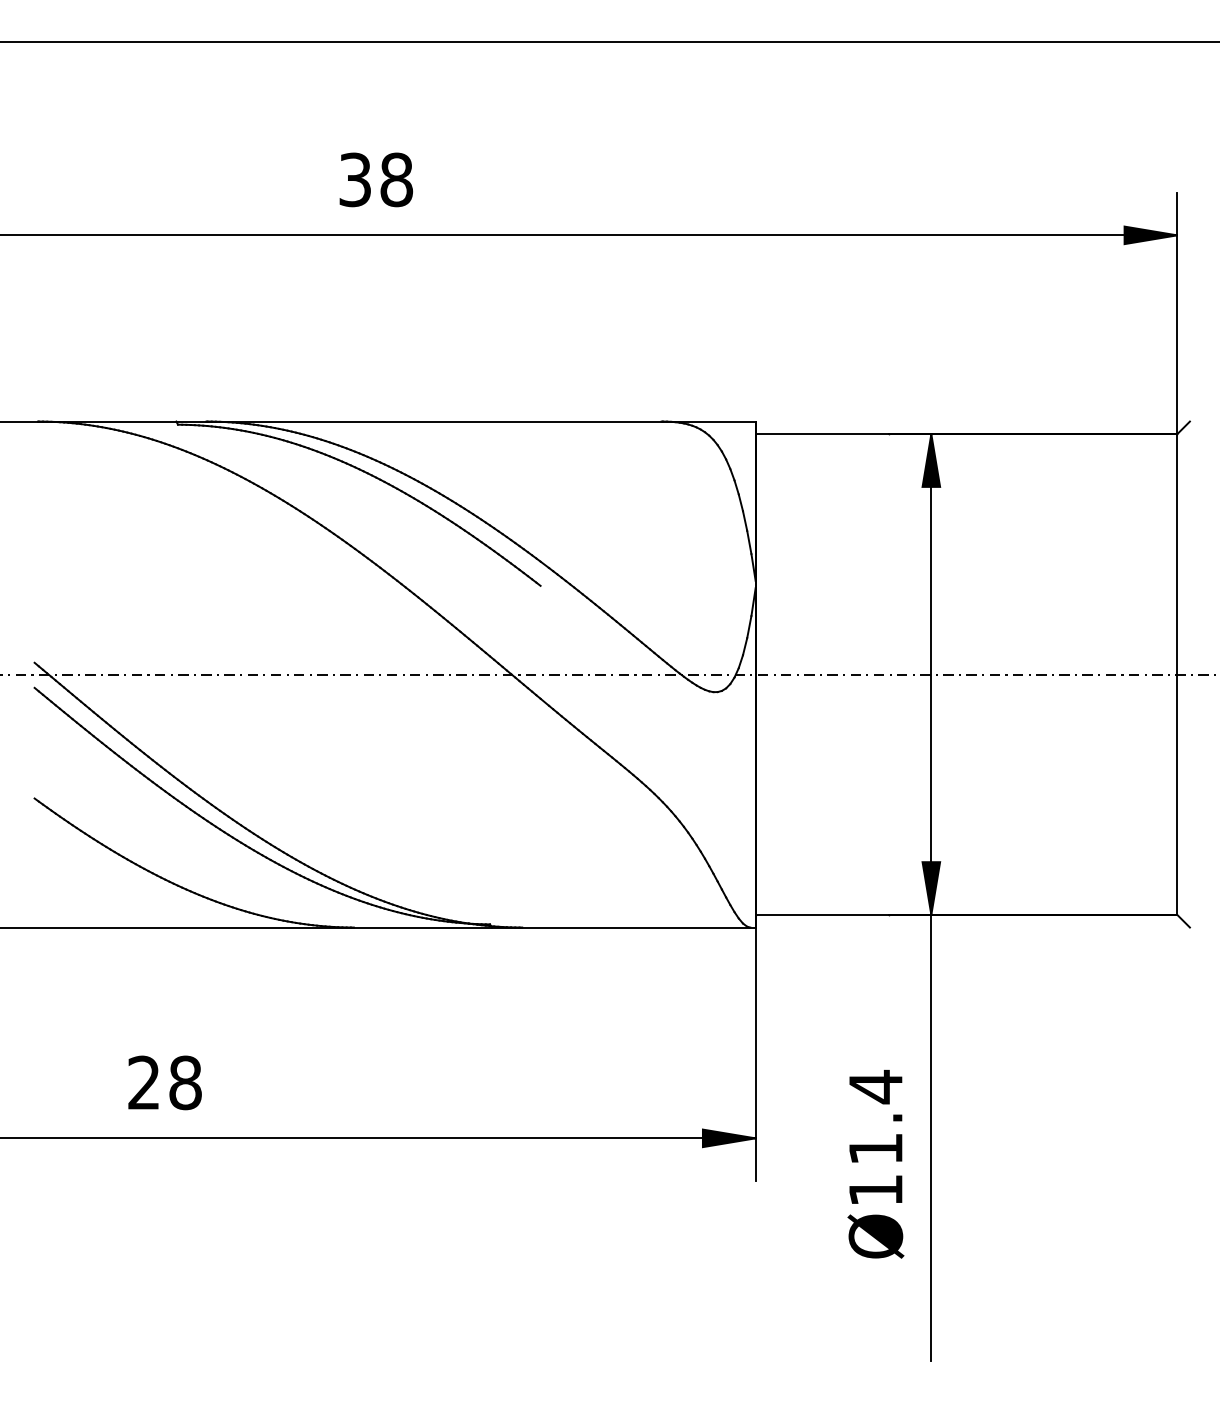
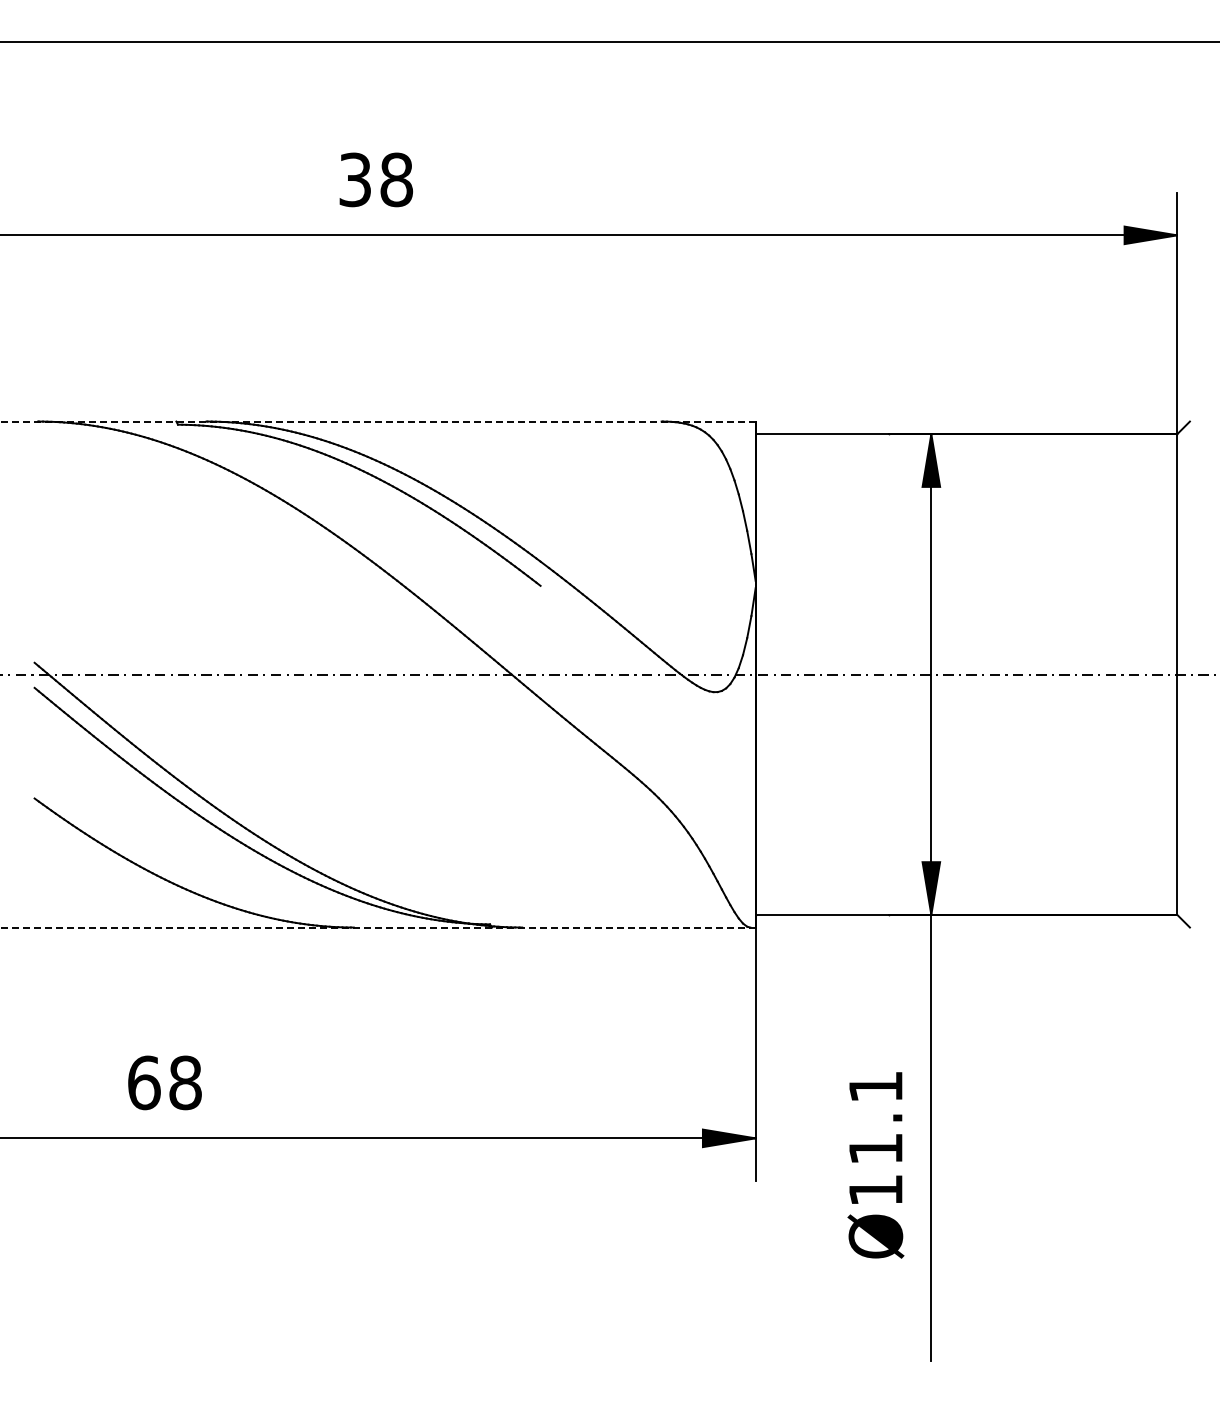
line at (377, 421): solid -> dashed
line at (377, 927): solid -> dashed
text at (144, 1082): 28 -> 68
text at (875, 1086): Ø11.4 -> Ø11.1
